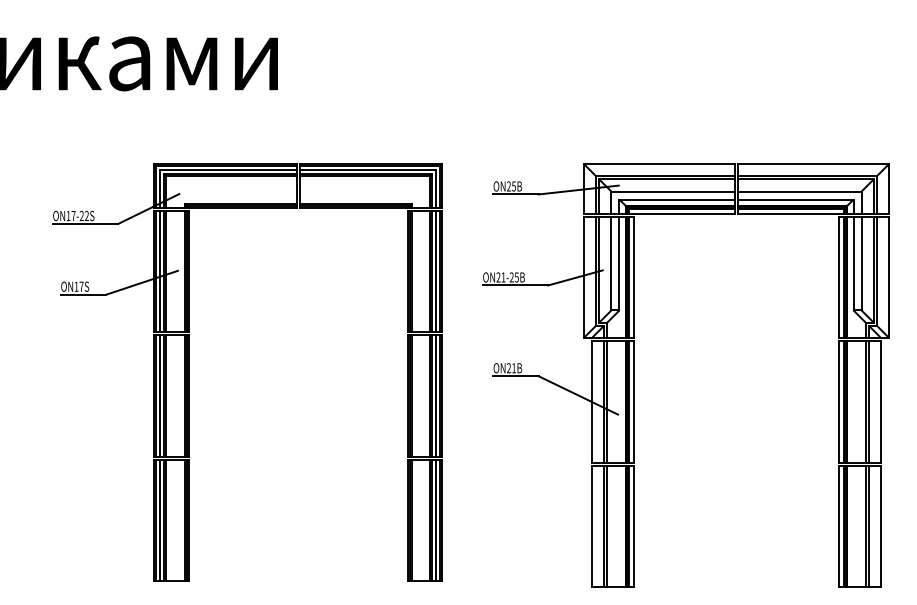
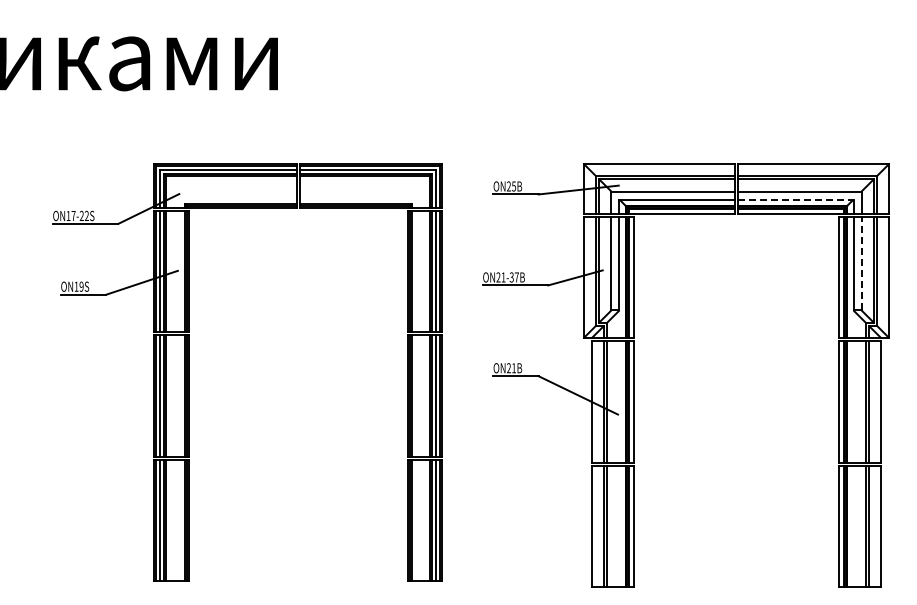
line at (795, 199): solid -> dashed
line at (861, 263): solid -> dashed
text at (513, 277): ON21-25B -> ON21-37B
text at (81, 286): ON17S -> ON19S
